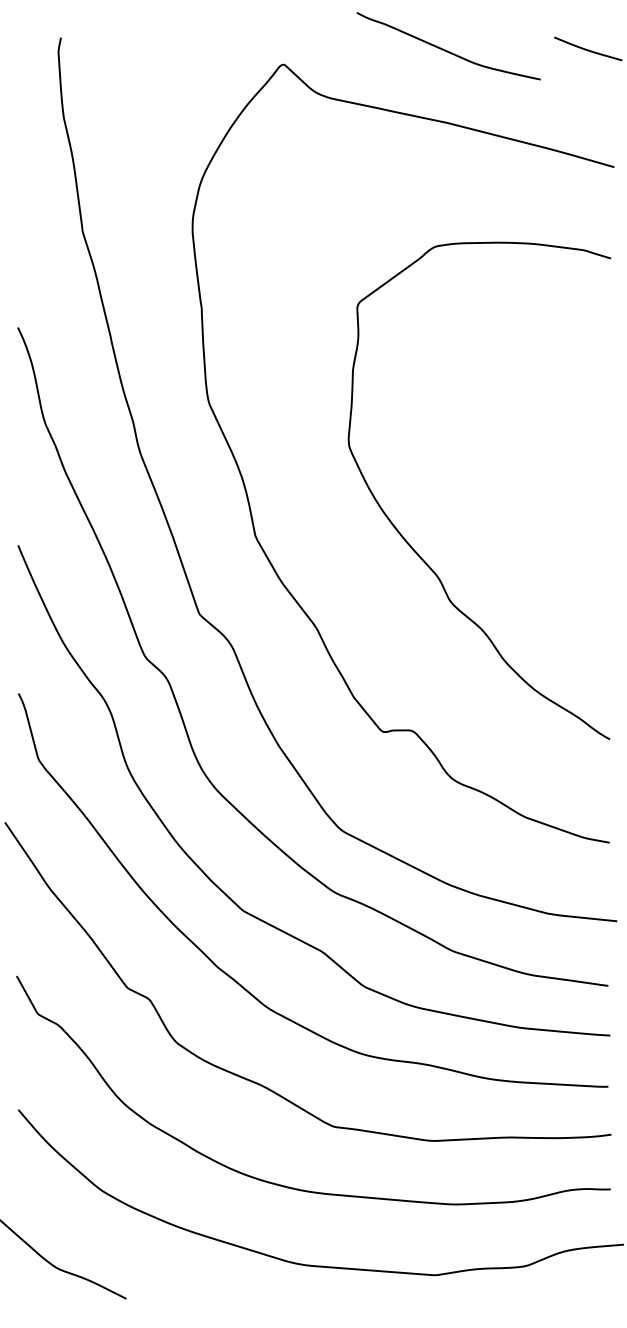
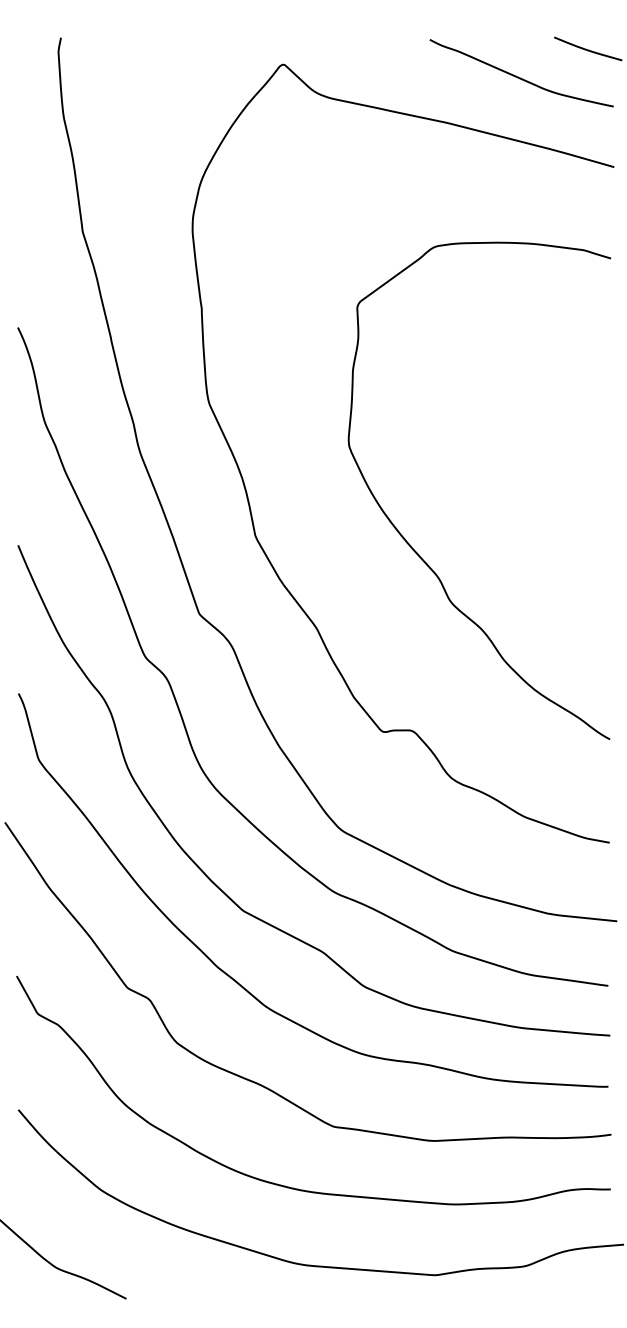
curve at (447, 50) position: (447, 50) -> (520, 77)
